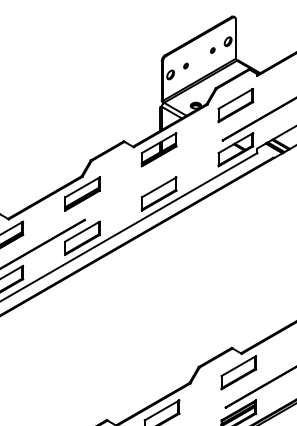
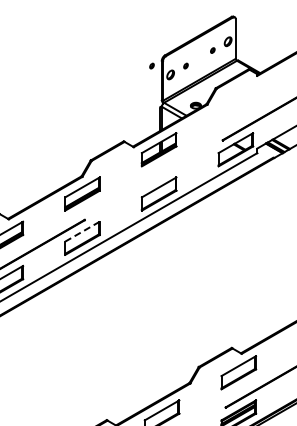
part at (151, 65): none -> present
part at (235, 105): present -> none
line at (82, 231): solid -> dashed
